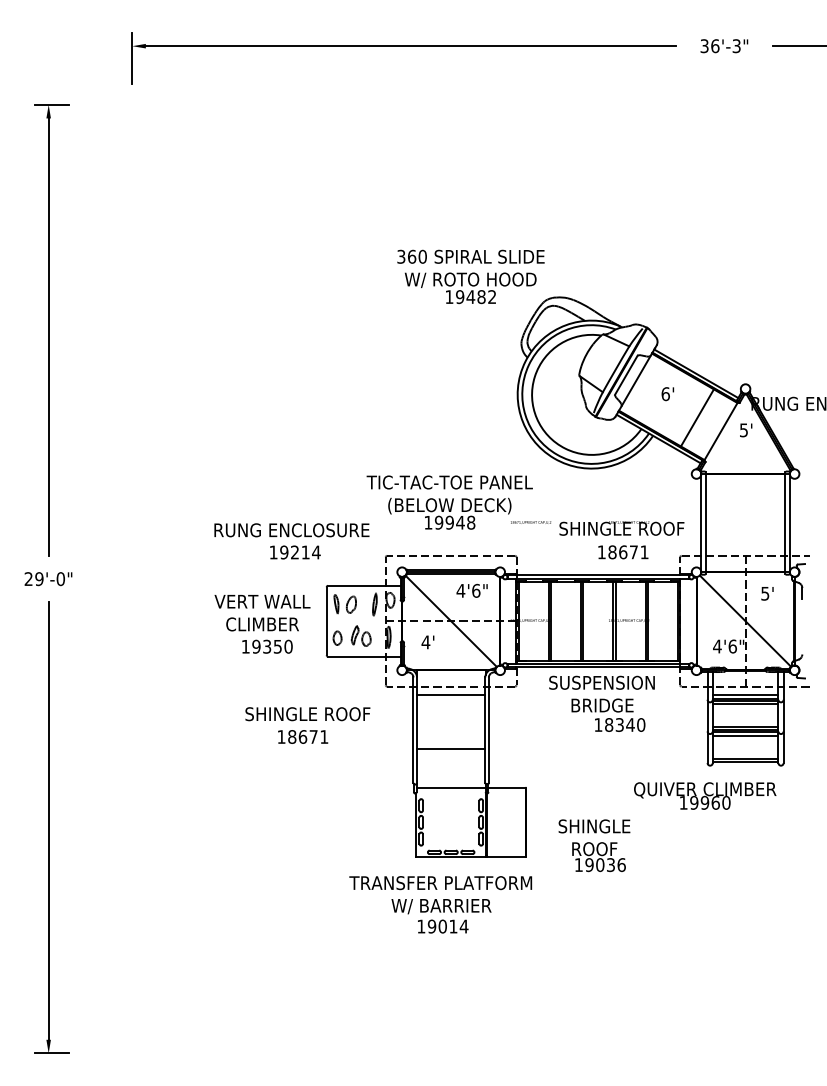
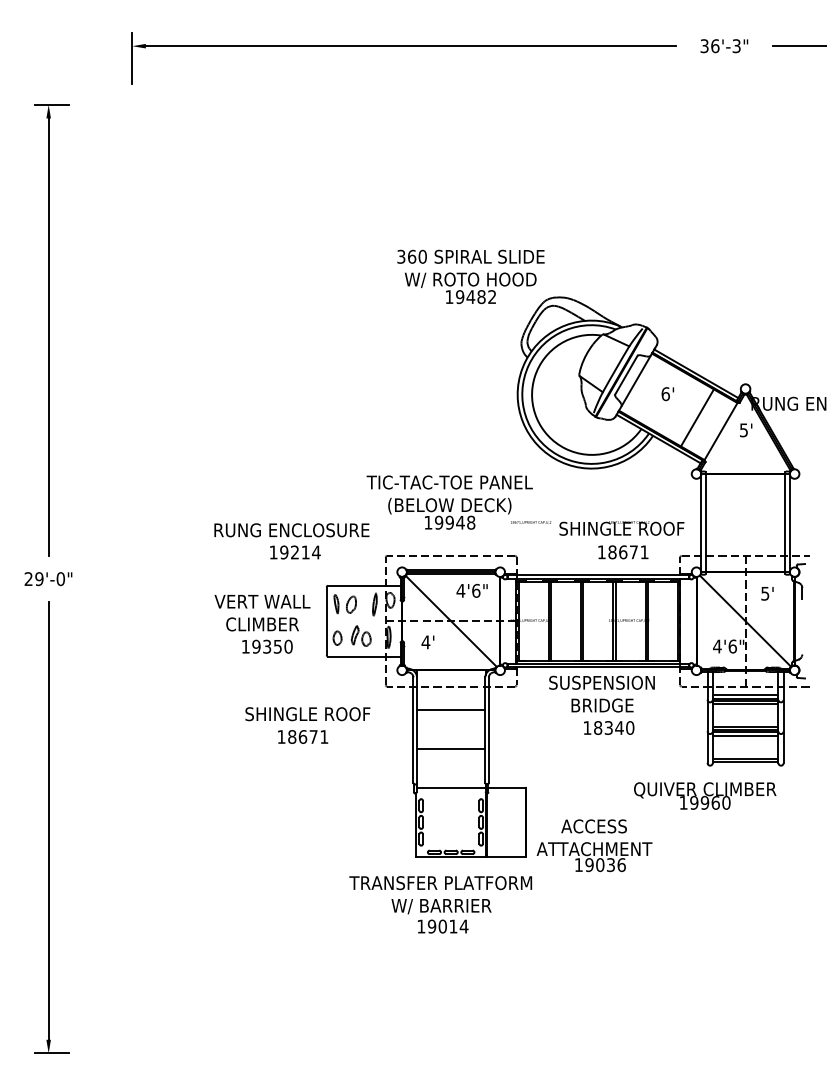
line at (451, 695) position: (451, 695) -> (451, 710)
text at (620, 724) position: (620, 724) -> (609, 727)
text at (594, 837): SHINGLE ROOF -> ACCESS ATTACHMENT
